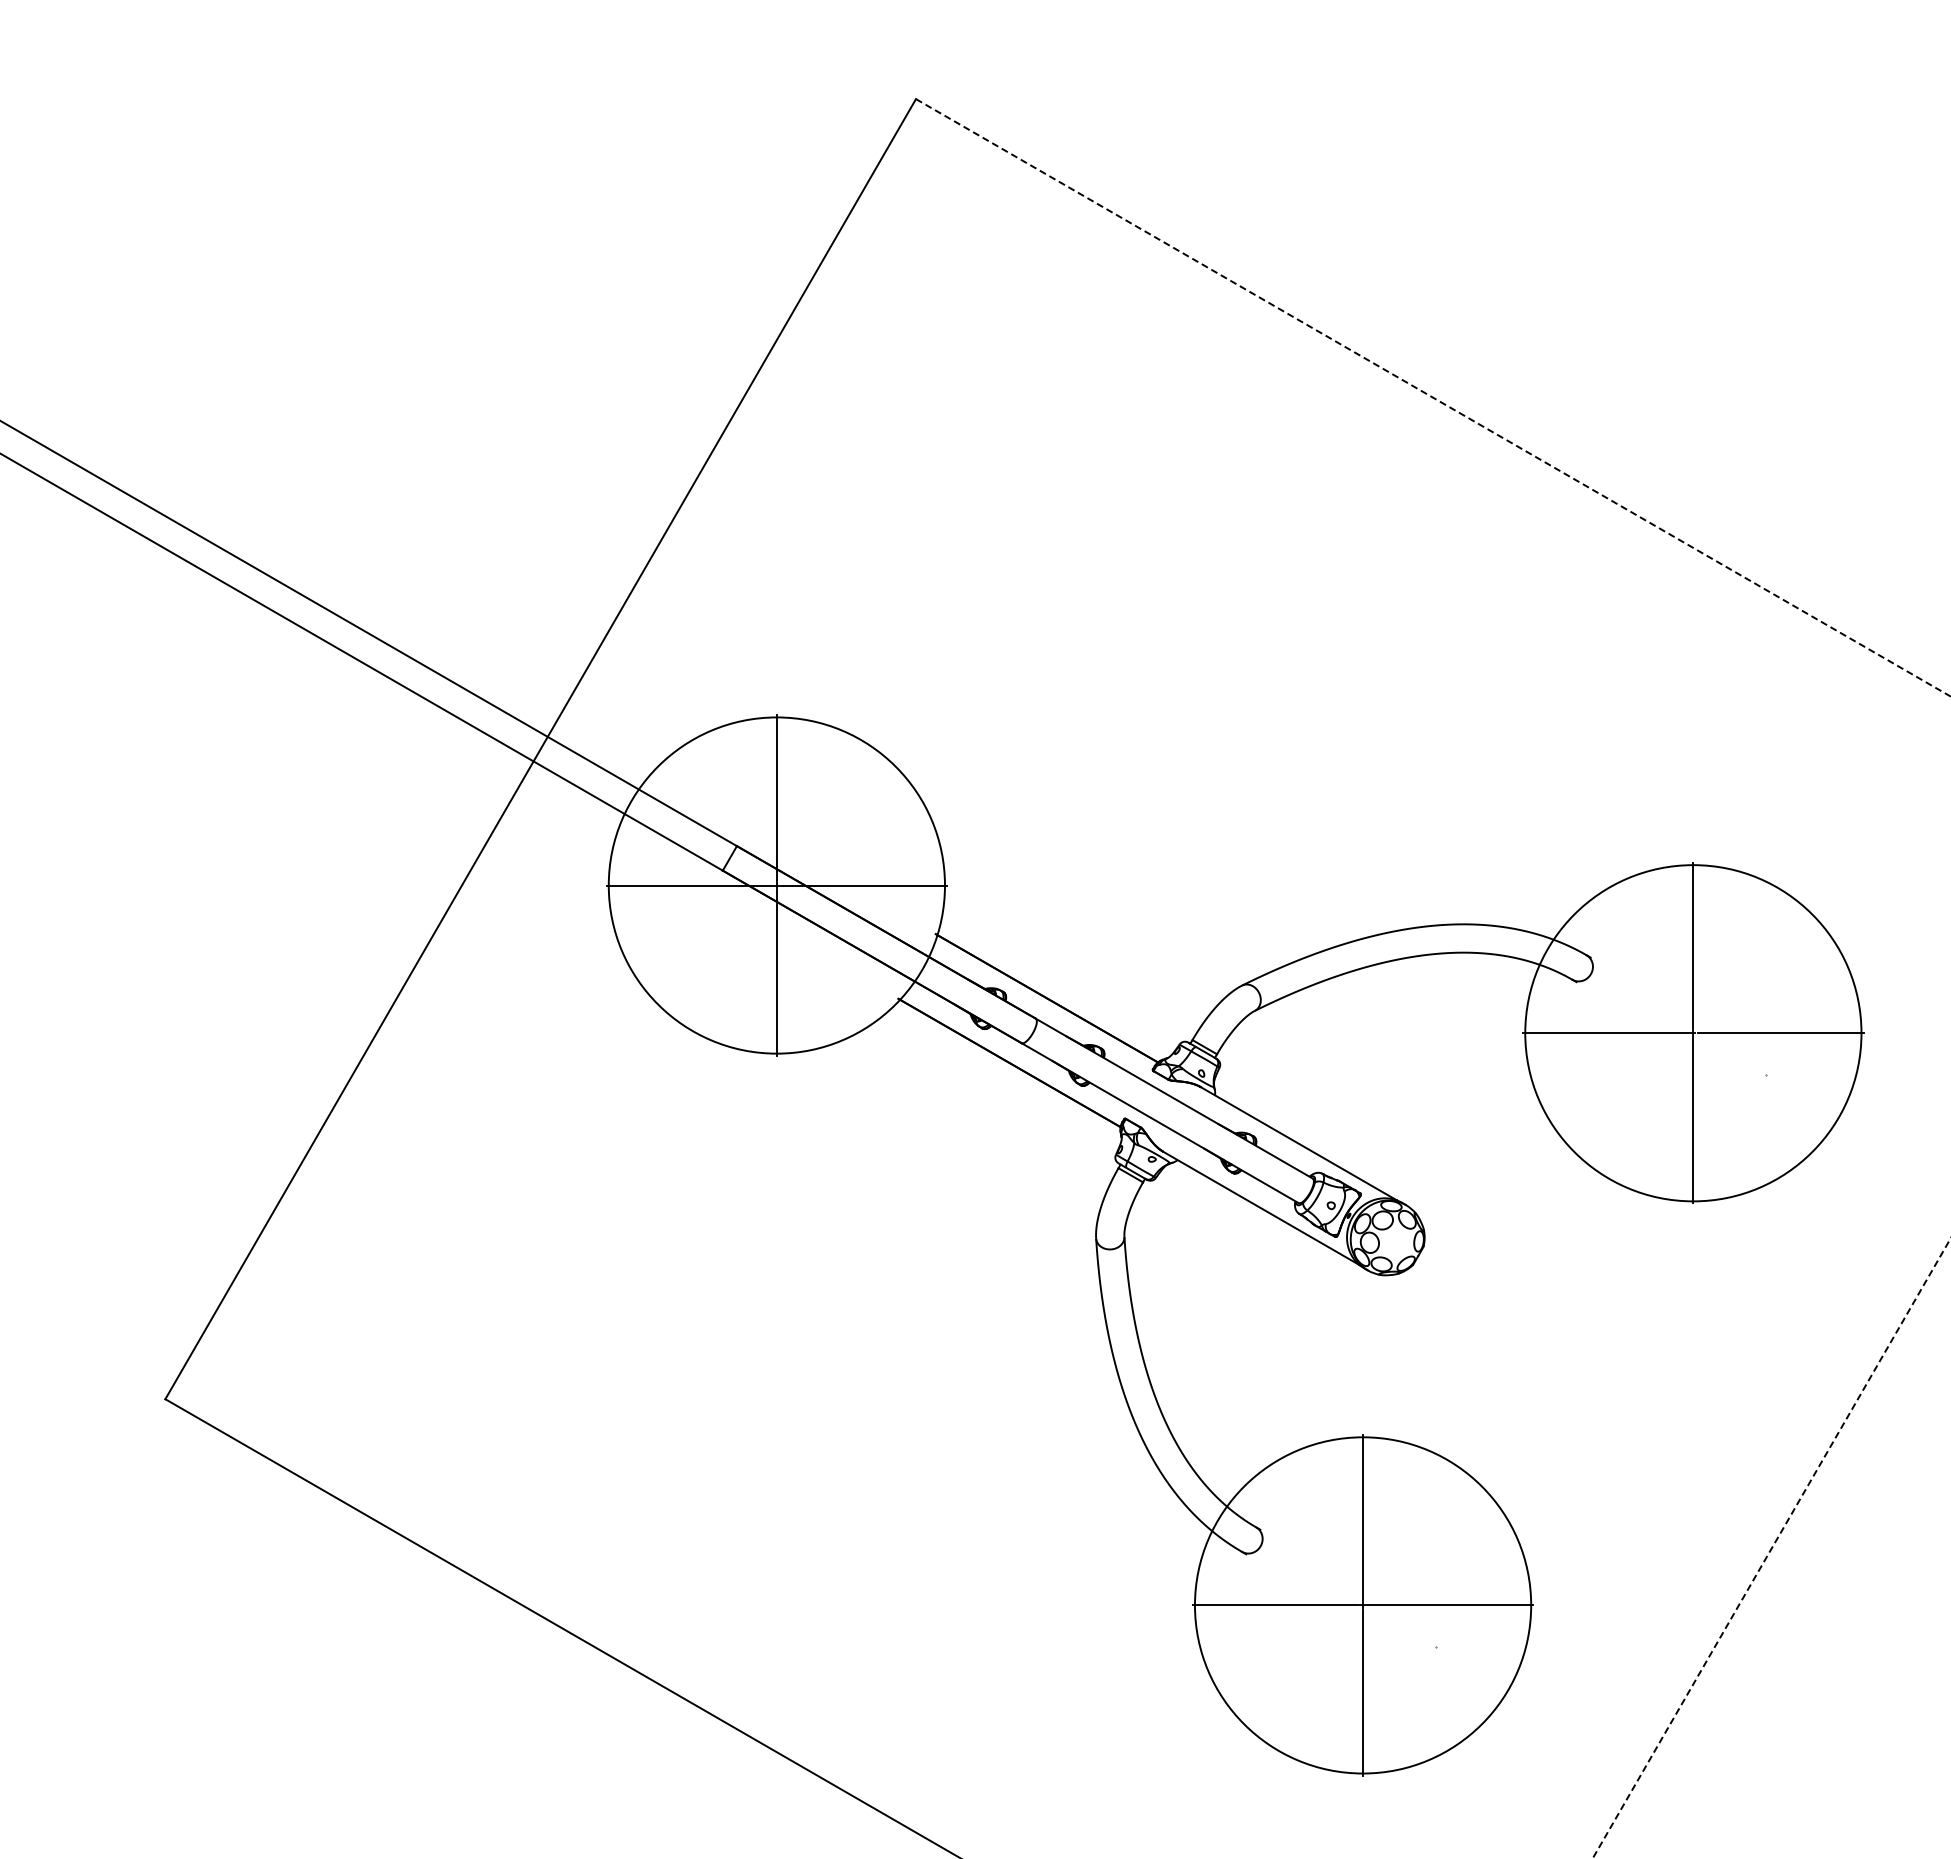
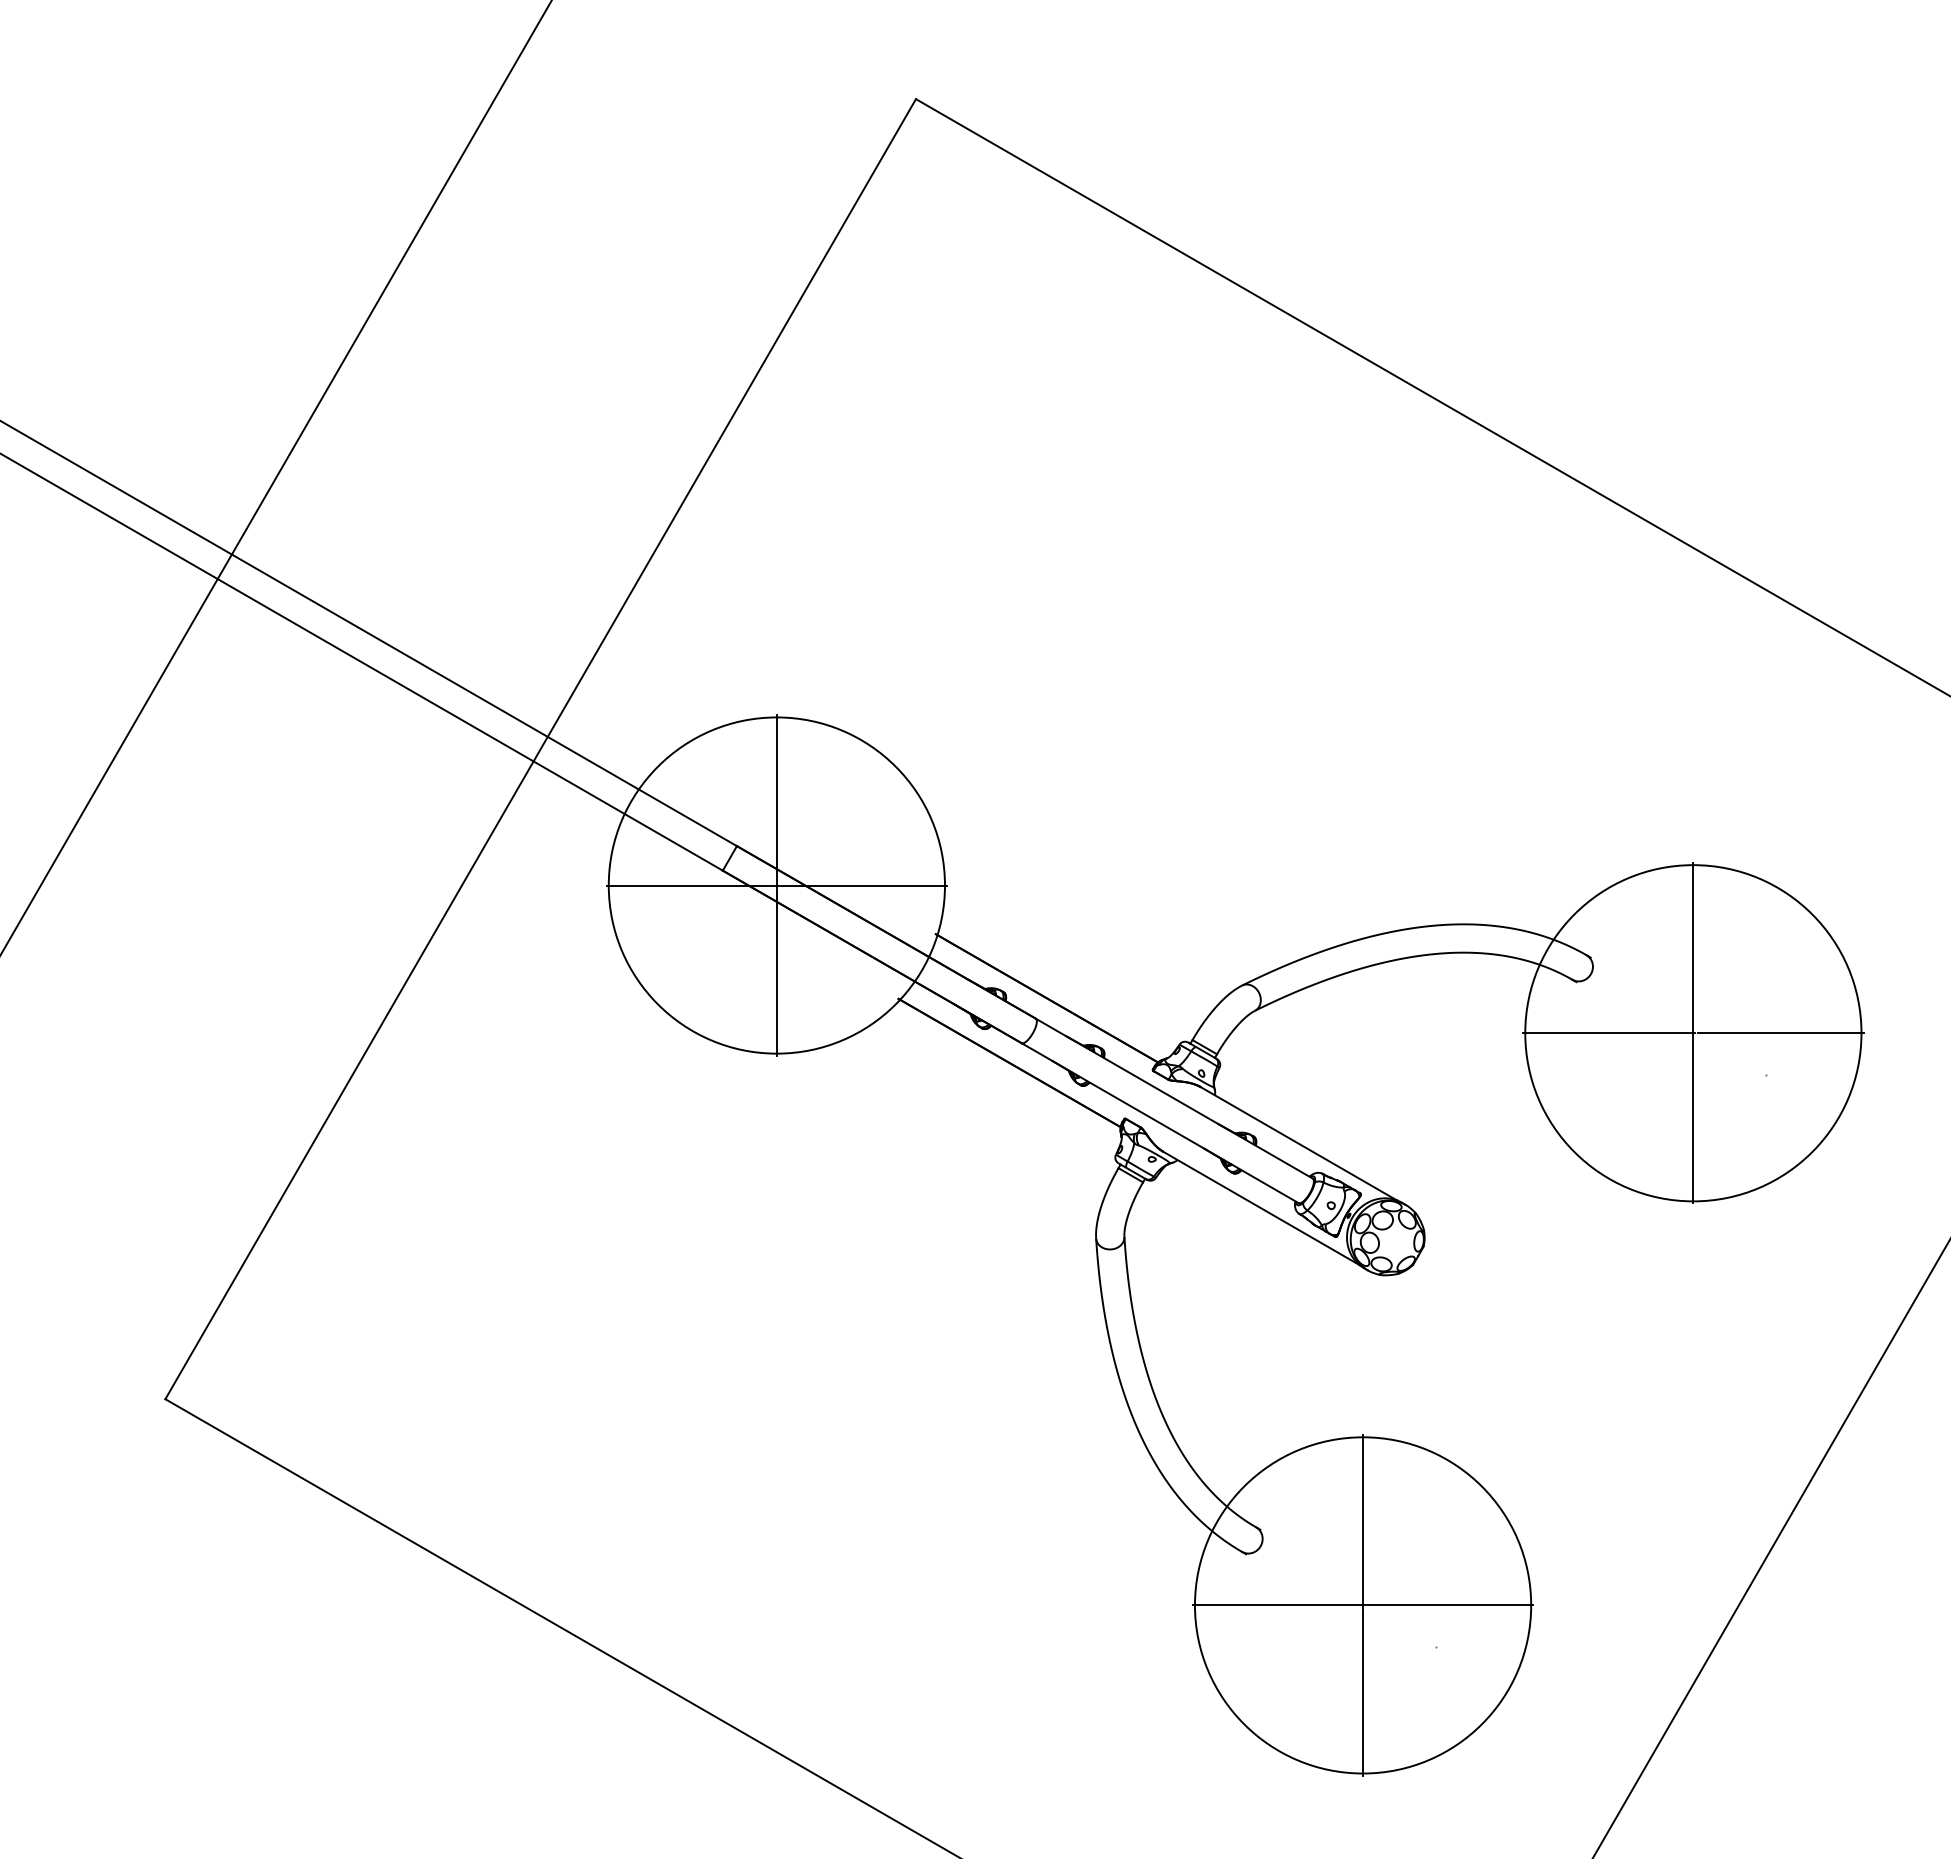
line at (1433, 398): dashed -> solid
line at (276, 477): none -> present
line at (1771, 1548): dashed -> solid
